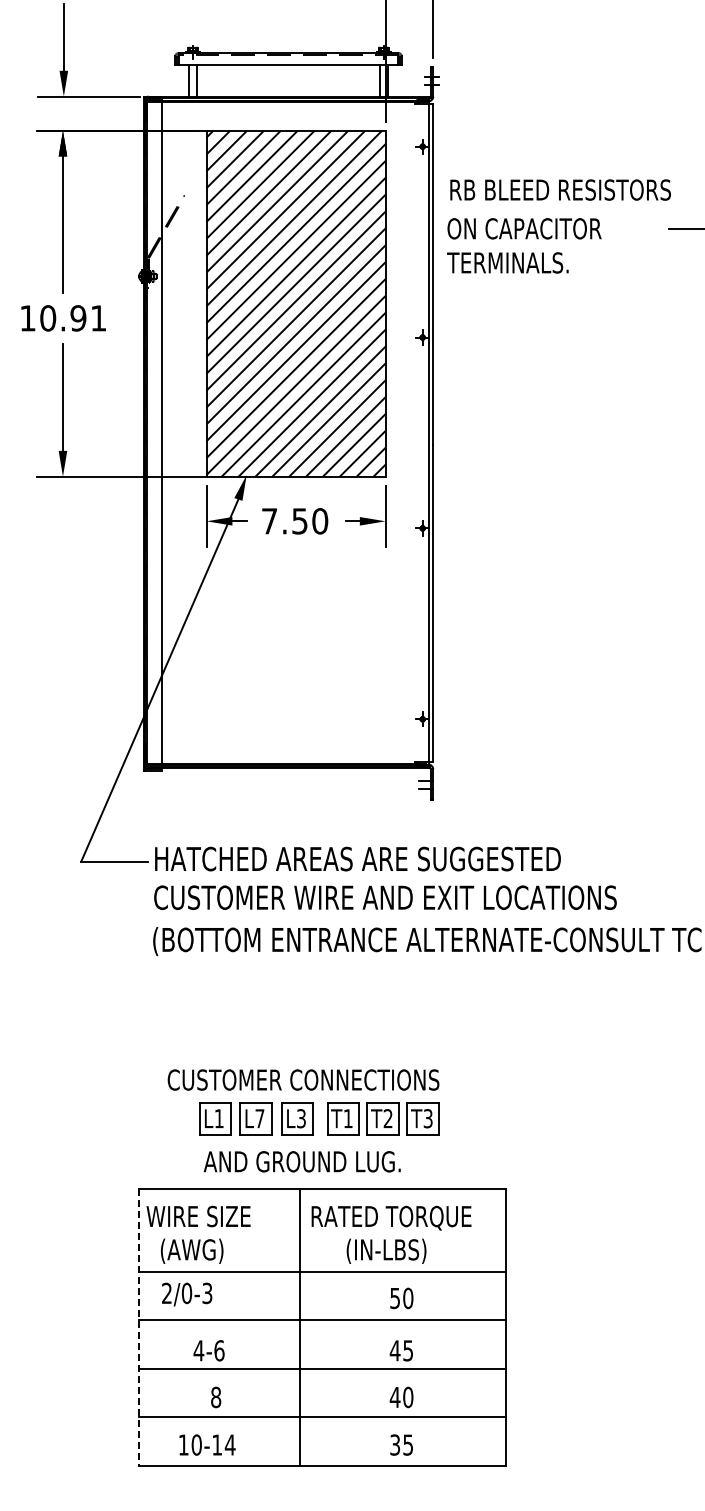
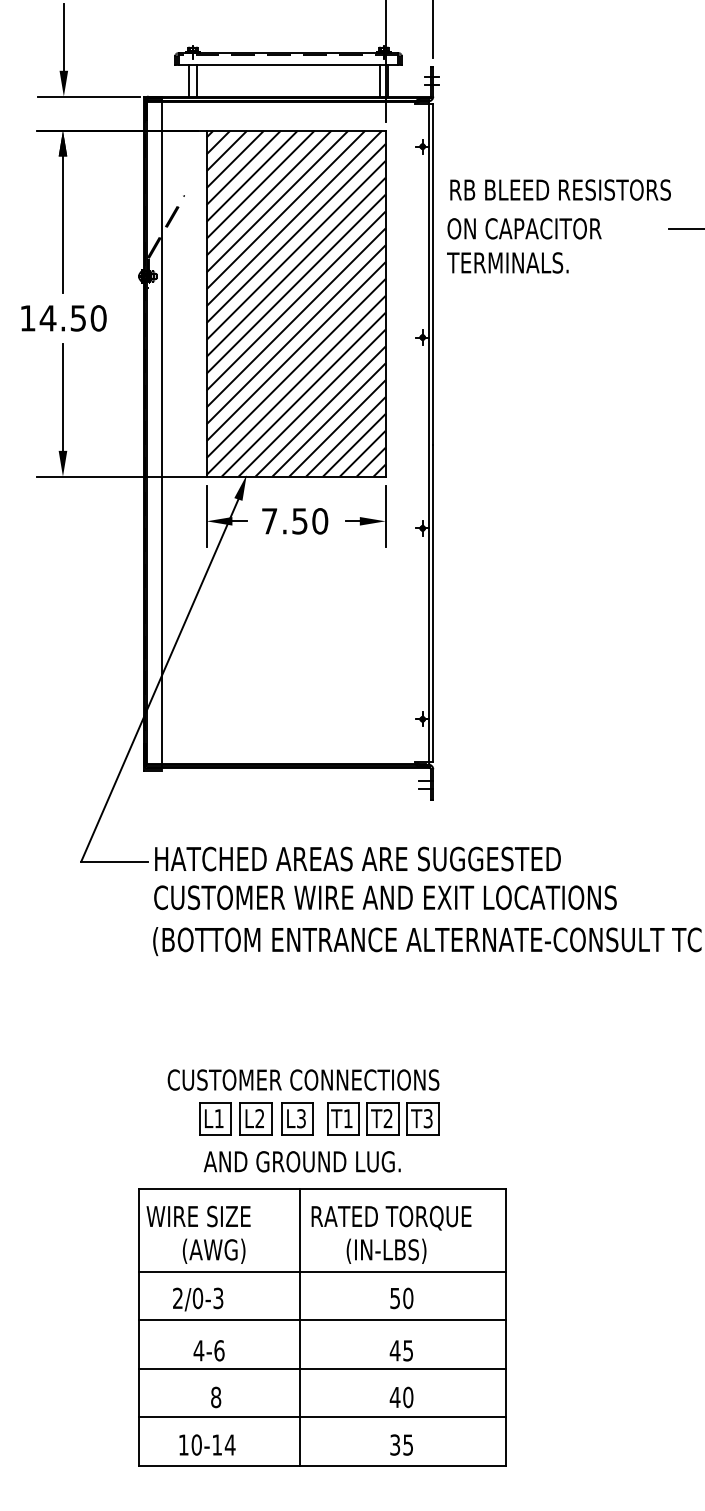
text at (72, 318): 10.91 -> 14.50
text at (259, 1118): L7 -> L2
text at (191, 1250) position: (191, 1250) -> (213, 1250)
text at (187, 1294) position: (187, 1294) -> (198, 1299)
line at (139, 1327): dashed -> solid
